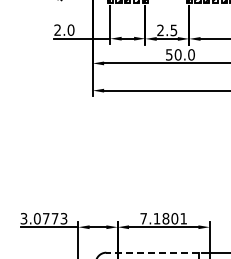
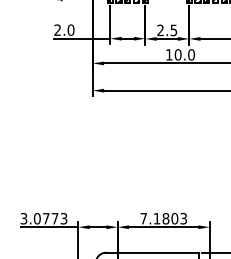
text at (169, 54): 50.0 -> 10.0
text at (183, 218): 7.1801 -> 7.1803
line at (152, 252): dashed -> solid
